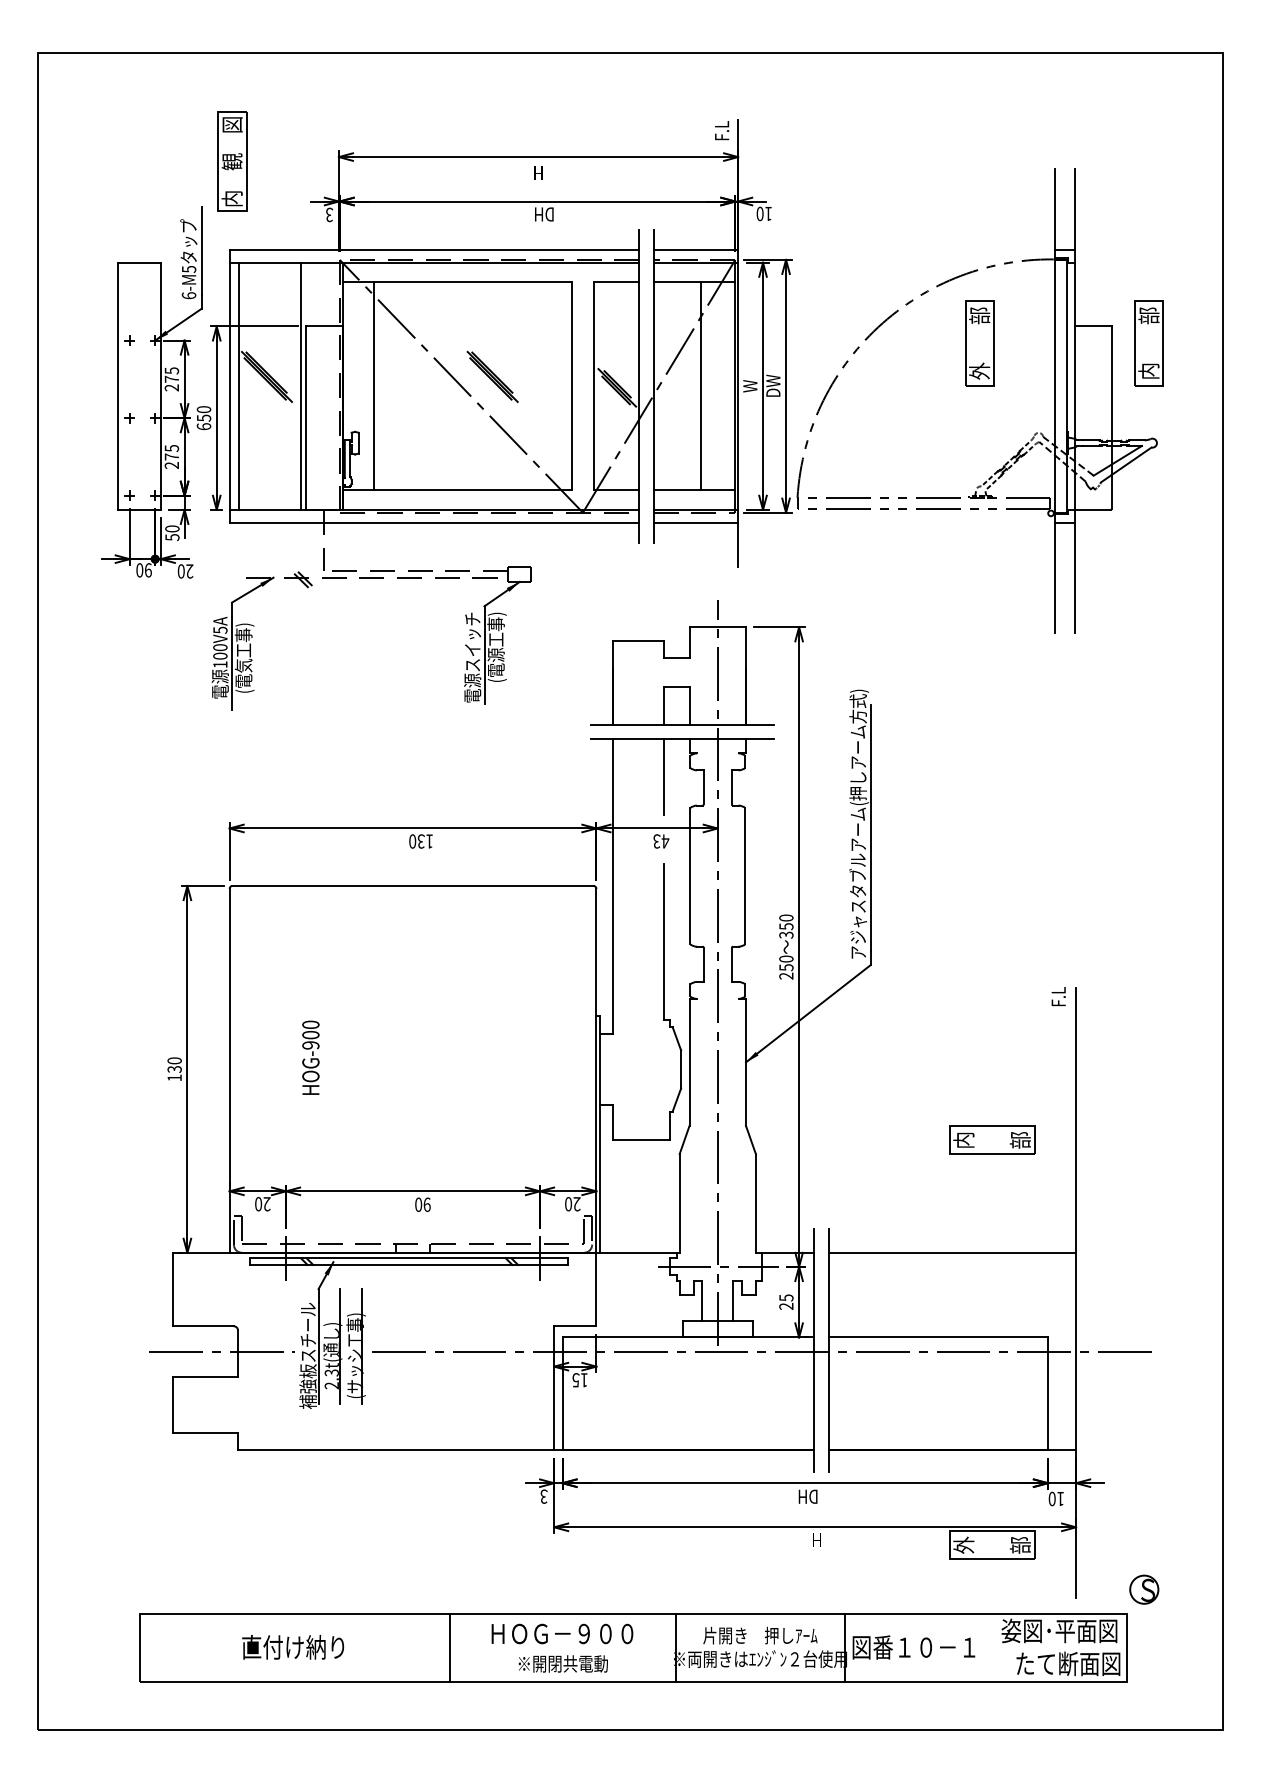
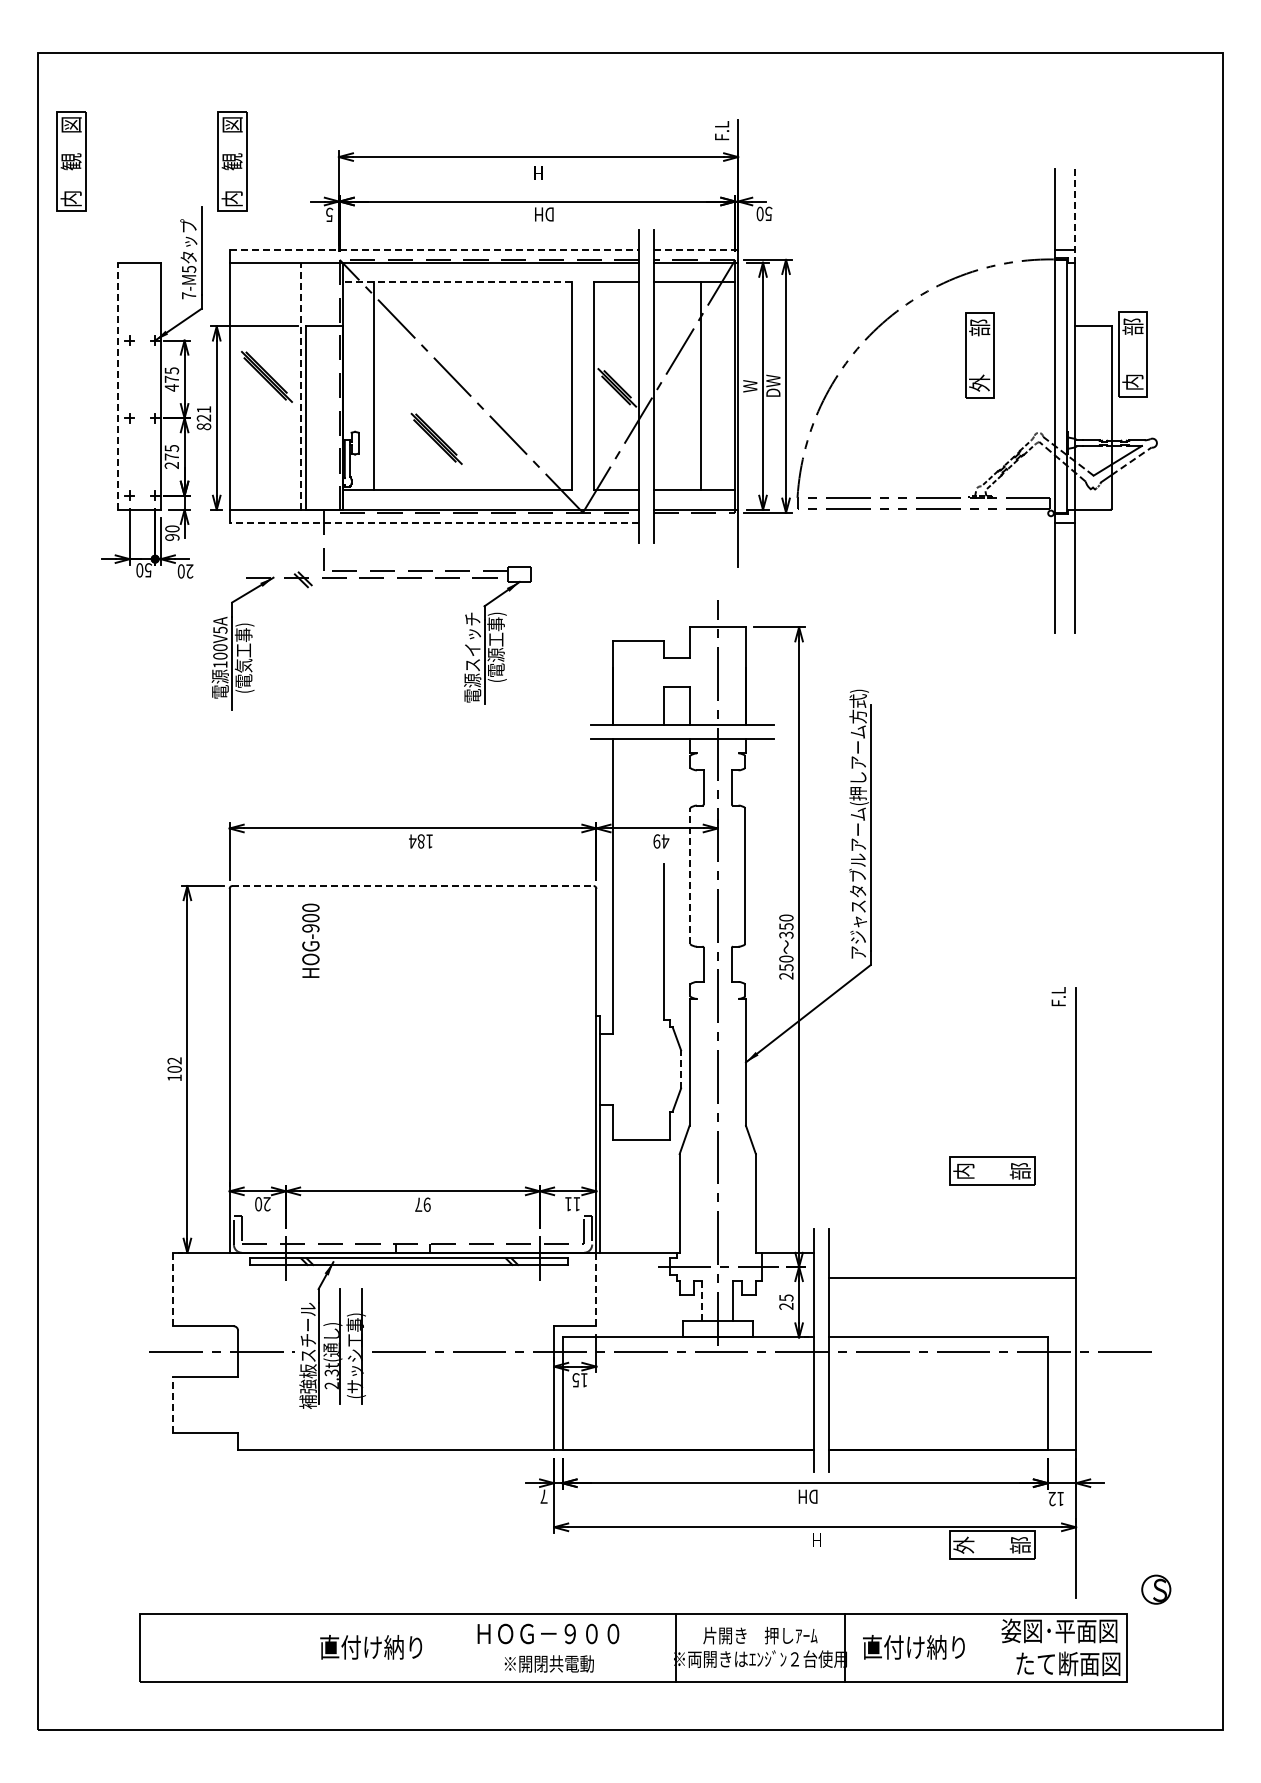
part at (71, 161): none -> present
text at (768, 213): 10 -> 50
text at (329, 215): 3 -> 5
line at (1075, 216): solid -> dashed
line at (434, 250): solid -> dashed
line at (696, 250): solid -> dashed
line at (456, 282): solid -> dashed
text at (188, 295): 6-M5 -> 7-M5
part at (979, 343) position: (979, 343) -> (979, 355)
part at (1148, 343) position: (1148, 343) -> (1132, 354)
part at (492, 376) position: (492, 376) -> (436, 438)
line at (238, 385): present -> none
line at (118, 386): solid -> dashed
line at (300, 386): solid -> dashed
text at (171, 387): 275 -> 475
text at (203, 418): 650 -> 821
line at (1132, 461): solid -> dashed
line at (434, 522): solid -> dashed
line at (695, 522): present -> none
text at (172, 537): 50 -> 90
text at (148, 570): 90 -> 50
line at (664, 776): present -> none
text at (416, 841): 130 -> 184
text at (656, 841): 43 -> 49
line at (690, 875): solid -> dashed
line at (413, 886): solid -> dashed
text at (310, 1057) position: (310, 1057) -> (310, 940)
text at (174, 1064): 130 -> 102
line at (681, 1068): solid -> dashed
part at (992, 1139) position: (992, 1139) -> (992, 1170)
text at (418, 1204): 90 -> 97
text at (572, 1204): 20 -> 11
line at (952, 1252) position: (952, 1252) -> (952, 1277)
line at (173, 1289): solid -> dashed
line at (596, 1289): solid -> dashed
line at (702, 1300): solid -> dashed
line at (173, 1404): solid -> dashed
text at (543, 1496): 3 -> 7
text at (1051, 1498): 10 -> 12
part at (1144, 1589) position: (1144, 1589) -> (1156, 1589)
text at (913, 1646): 図番１０－１ -> 直付け納り
text at (293, 1647) position: (293, 1647) -> (371, 1647)
line at (449, 1647): present -> none
text at (562, 1647) position: (562, 1647) -> (548, 1647)
